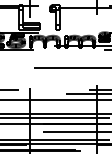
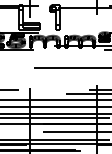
line at (55, 107): none -> present
